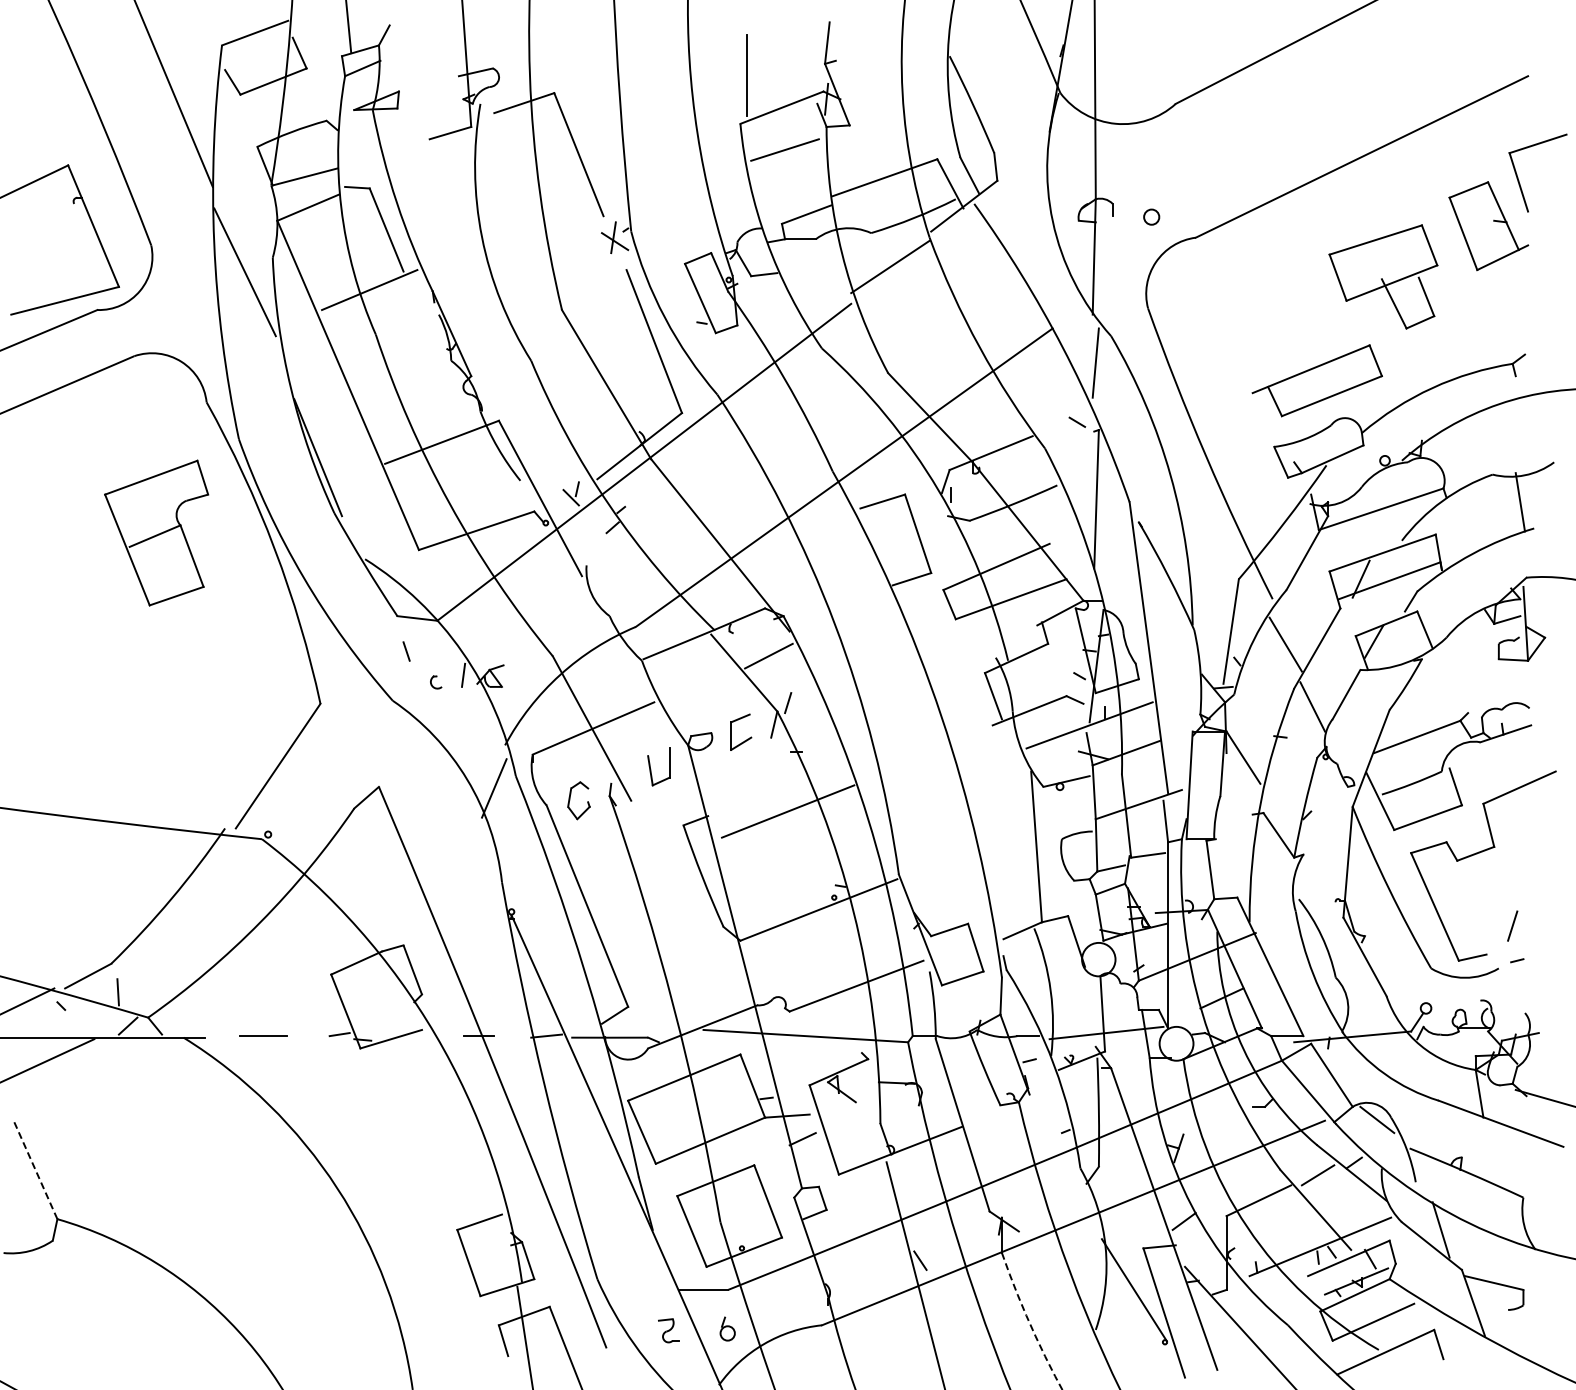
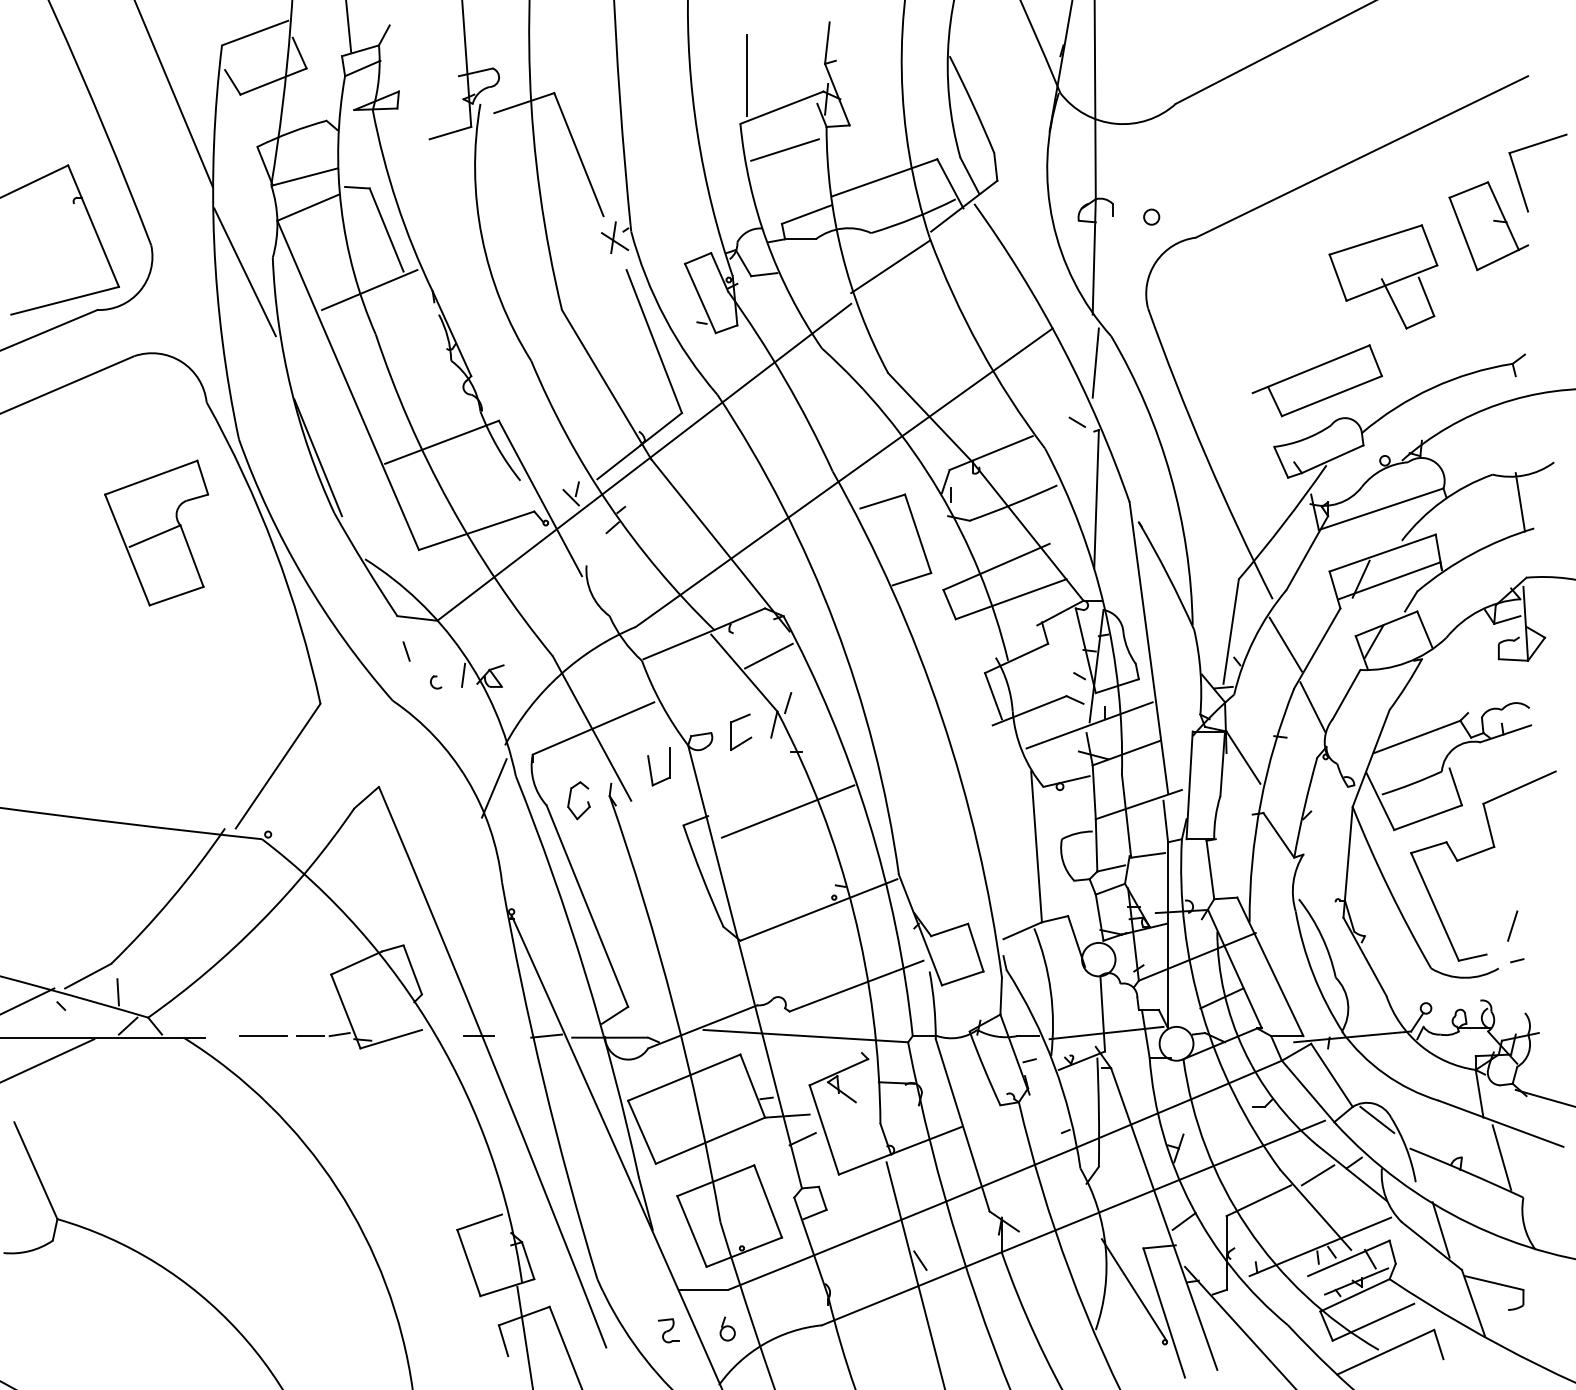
line at (310, 1036): none -> present
line at (1501, 1157): none -> present
line at (36, 1171): dashed -> solid
arc at (1029, 1322): dashed -> solid
